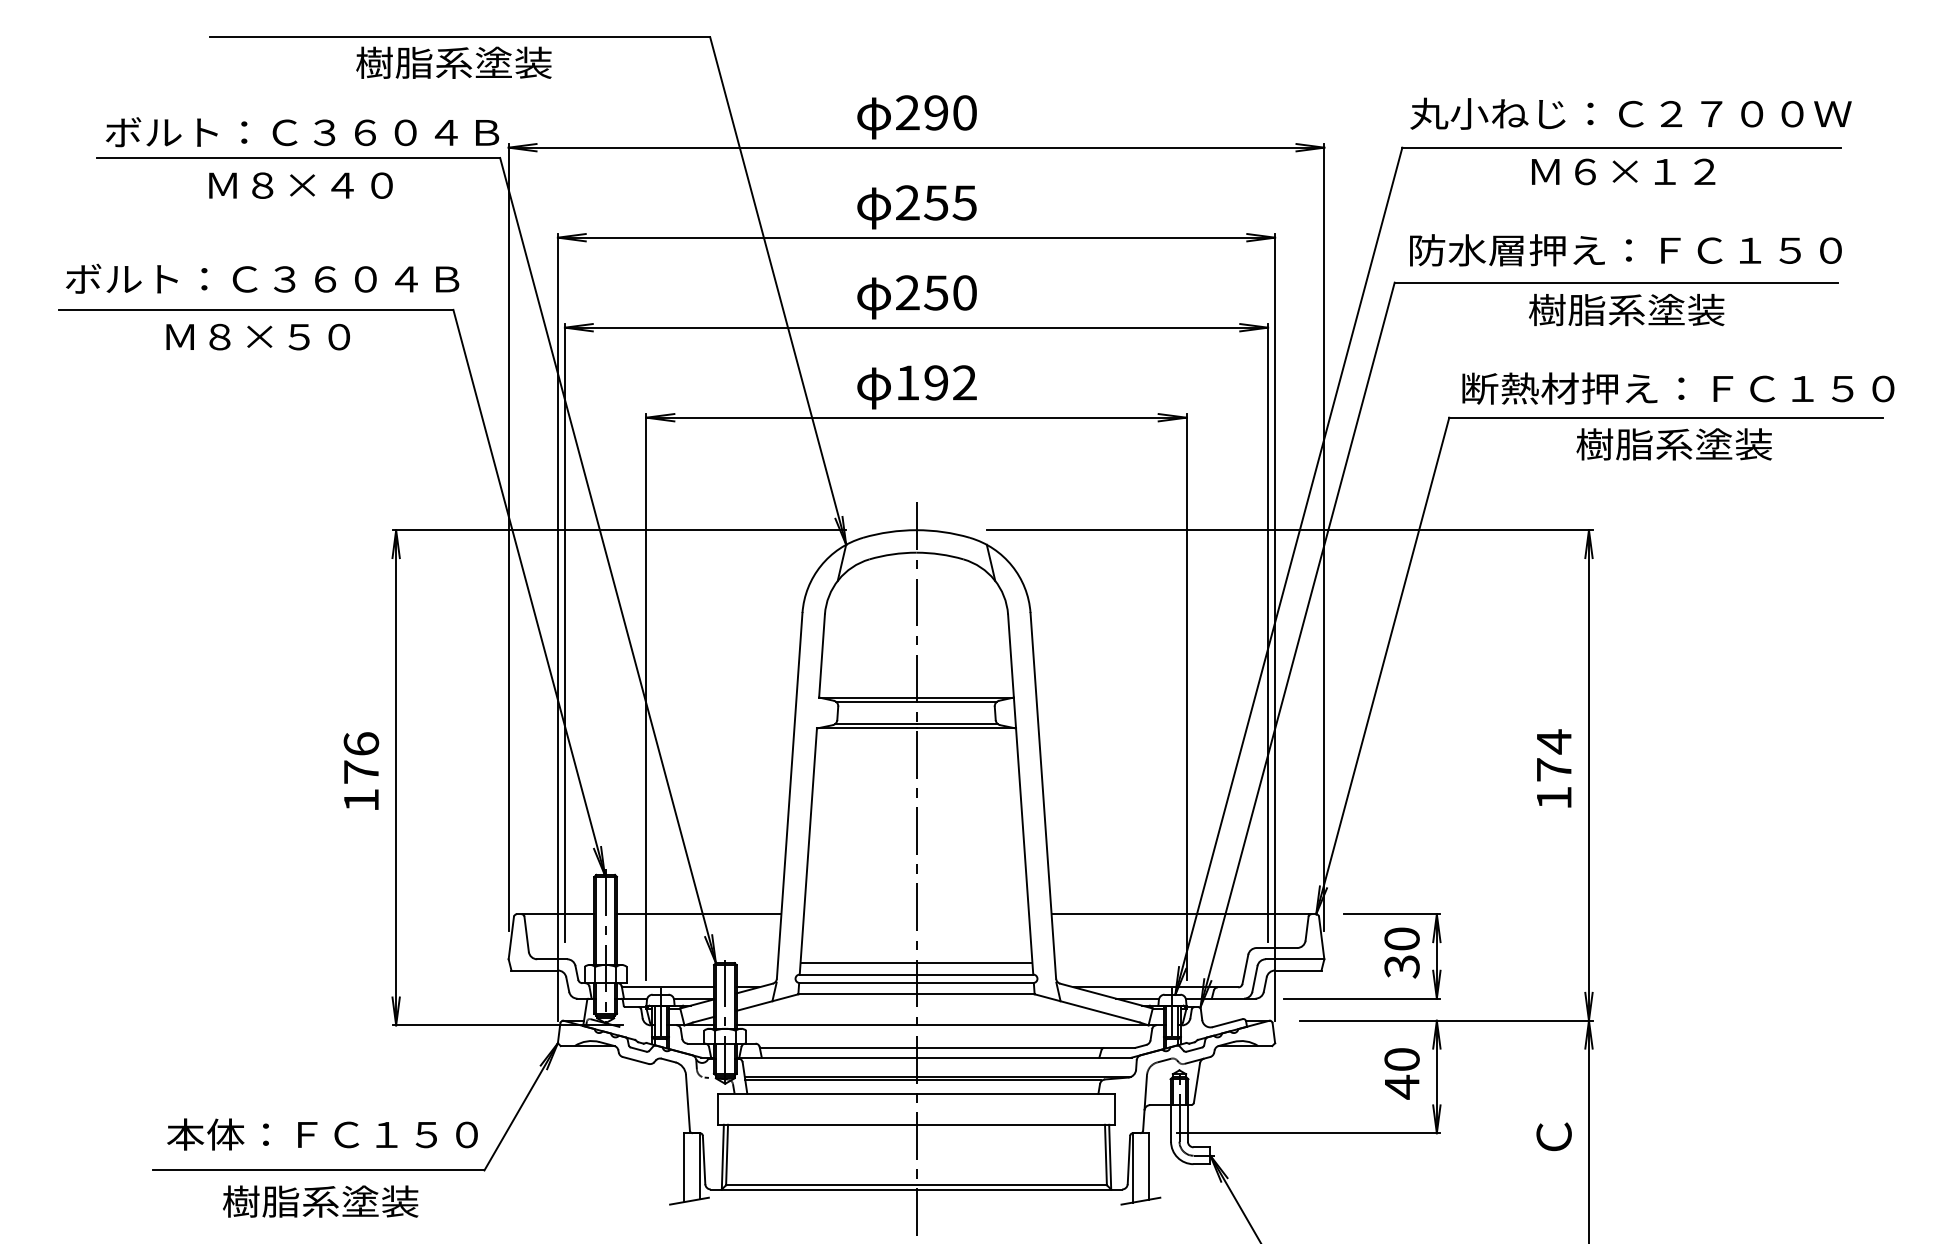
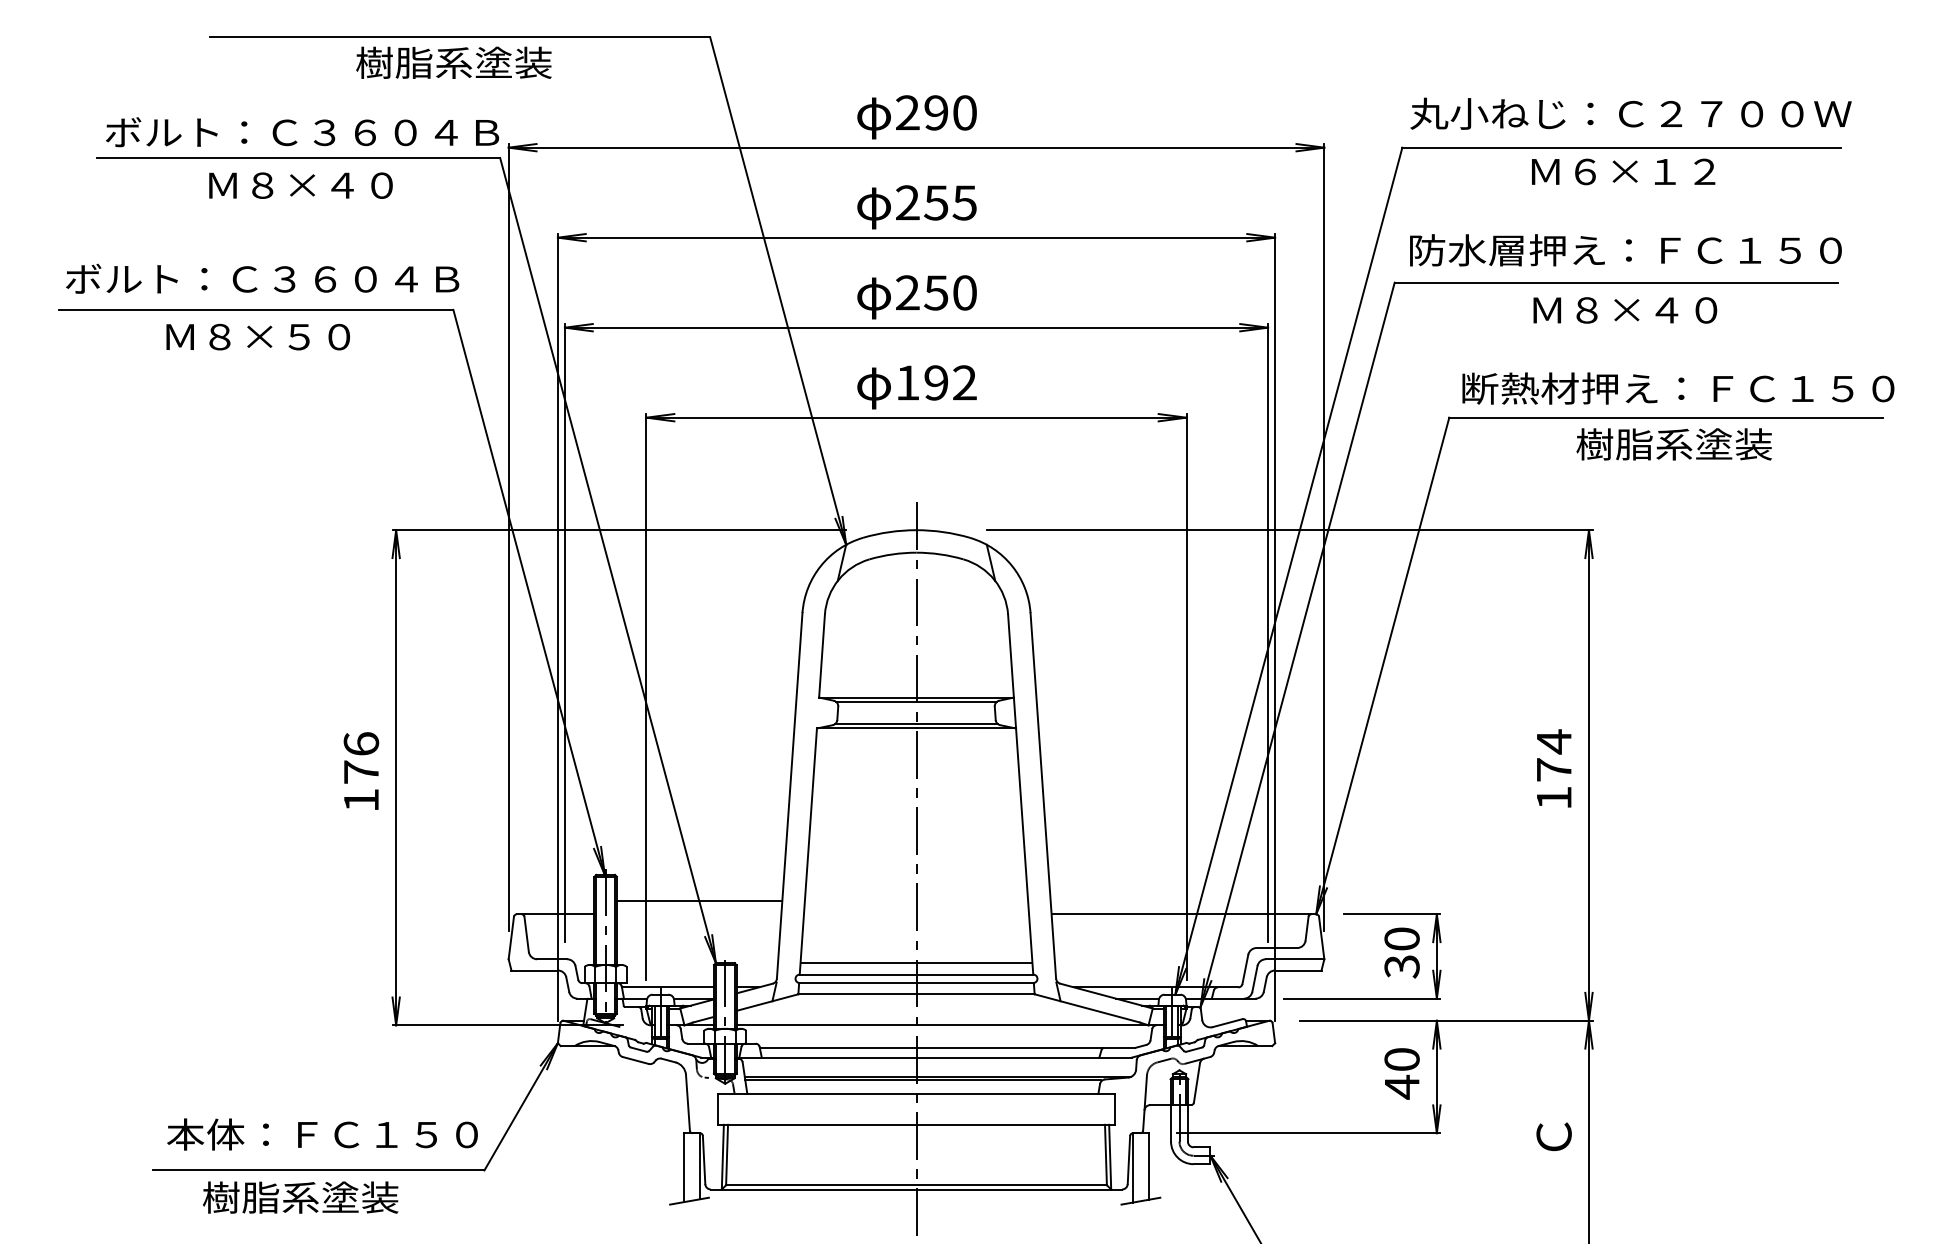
text at (1626, 309): 樹脂系塗装 -> Ｍ８×４０
line at (698, 914) position: (698, 914) -> (698, 901)
text at (320, 1201) position: (320, 1201) -> (300, 1197)
